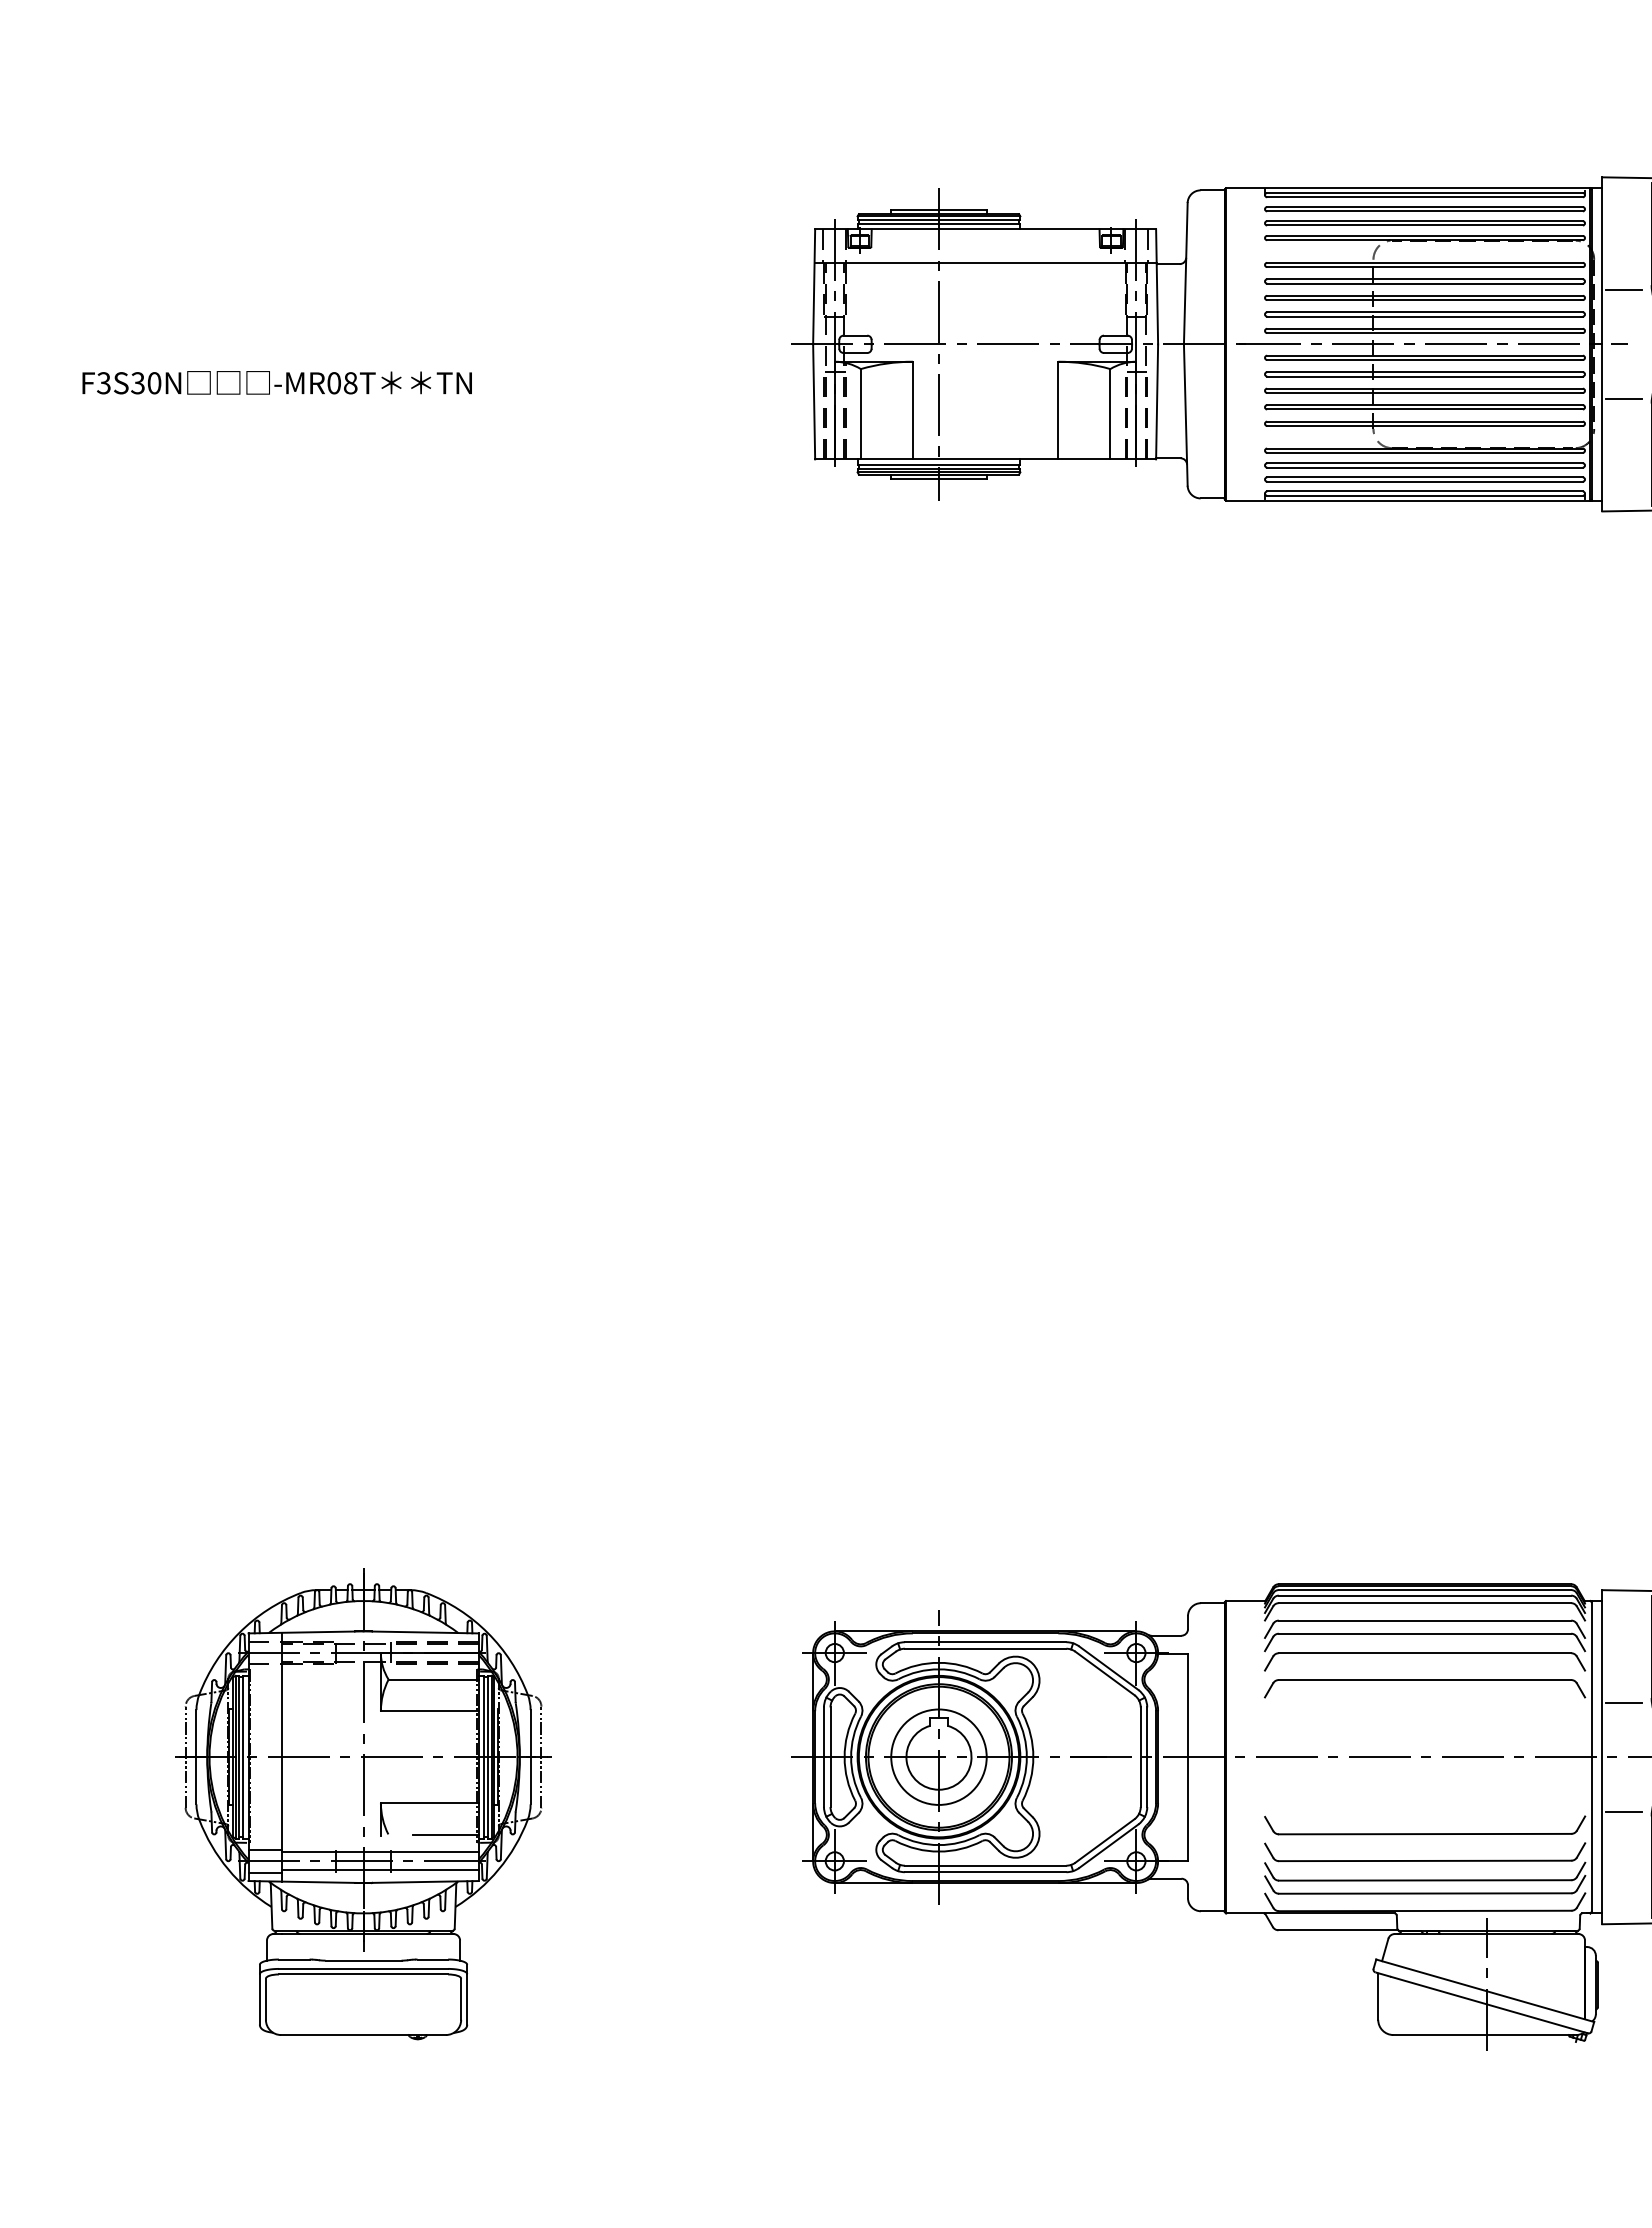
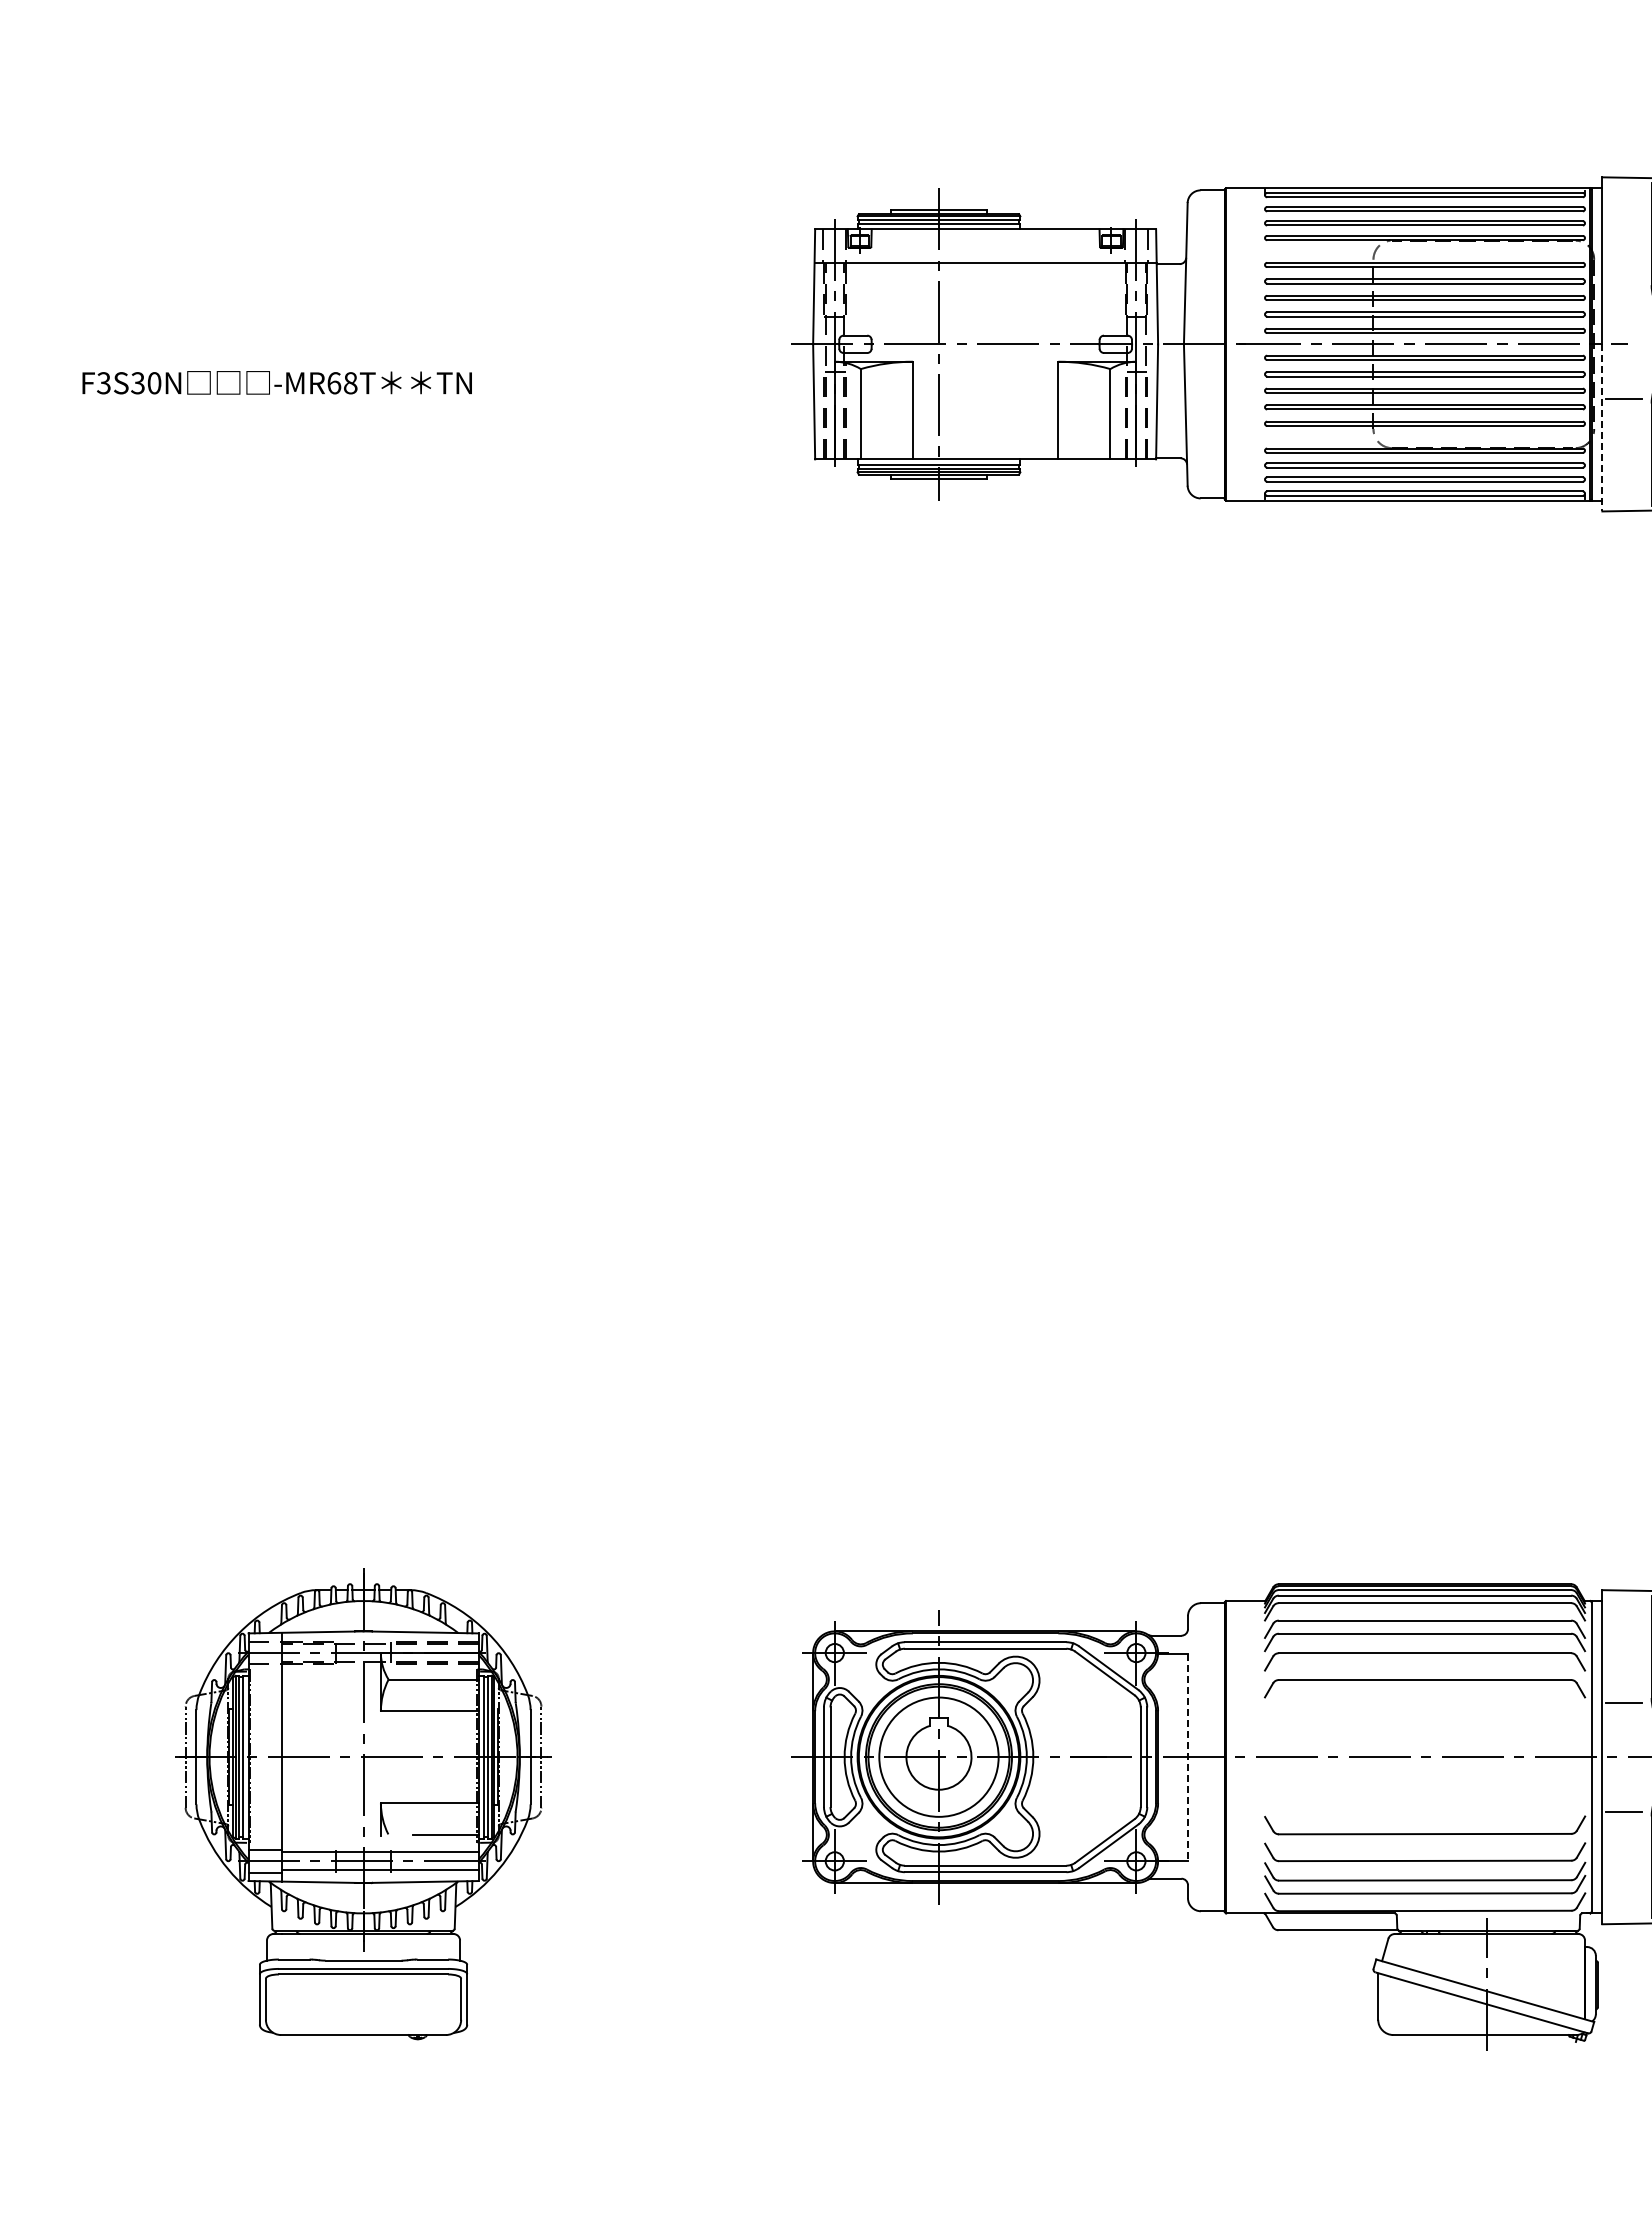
line at (1623, 289): present -> none
text at (334, 383): -MR08T -> -MR68T
line at (1602, 427): solid -> dashed
circle at (938, 1756) diameter: 95 px -> 119 px
line at (1187, 1757): solid -> dashed
